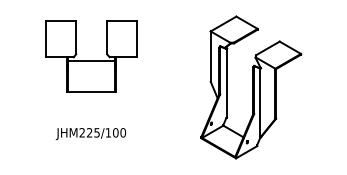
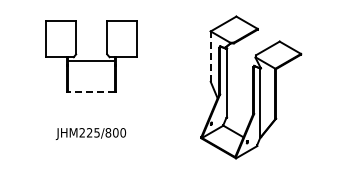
line at (210, 56): solid -> dashed
line at (91, 91): solid -> dashed
text at (108, 132): JHM225/100 -> JHM225/800
